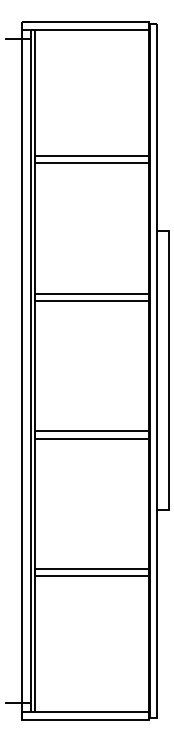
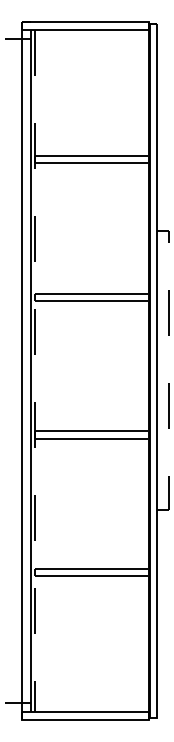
line at (168, 370): solid -> dashed
line at (35, 371): solid -> dashed
